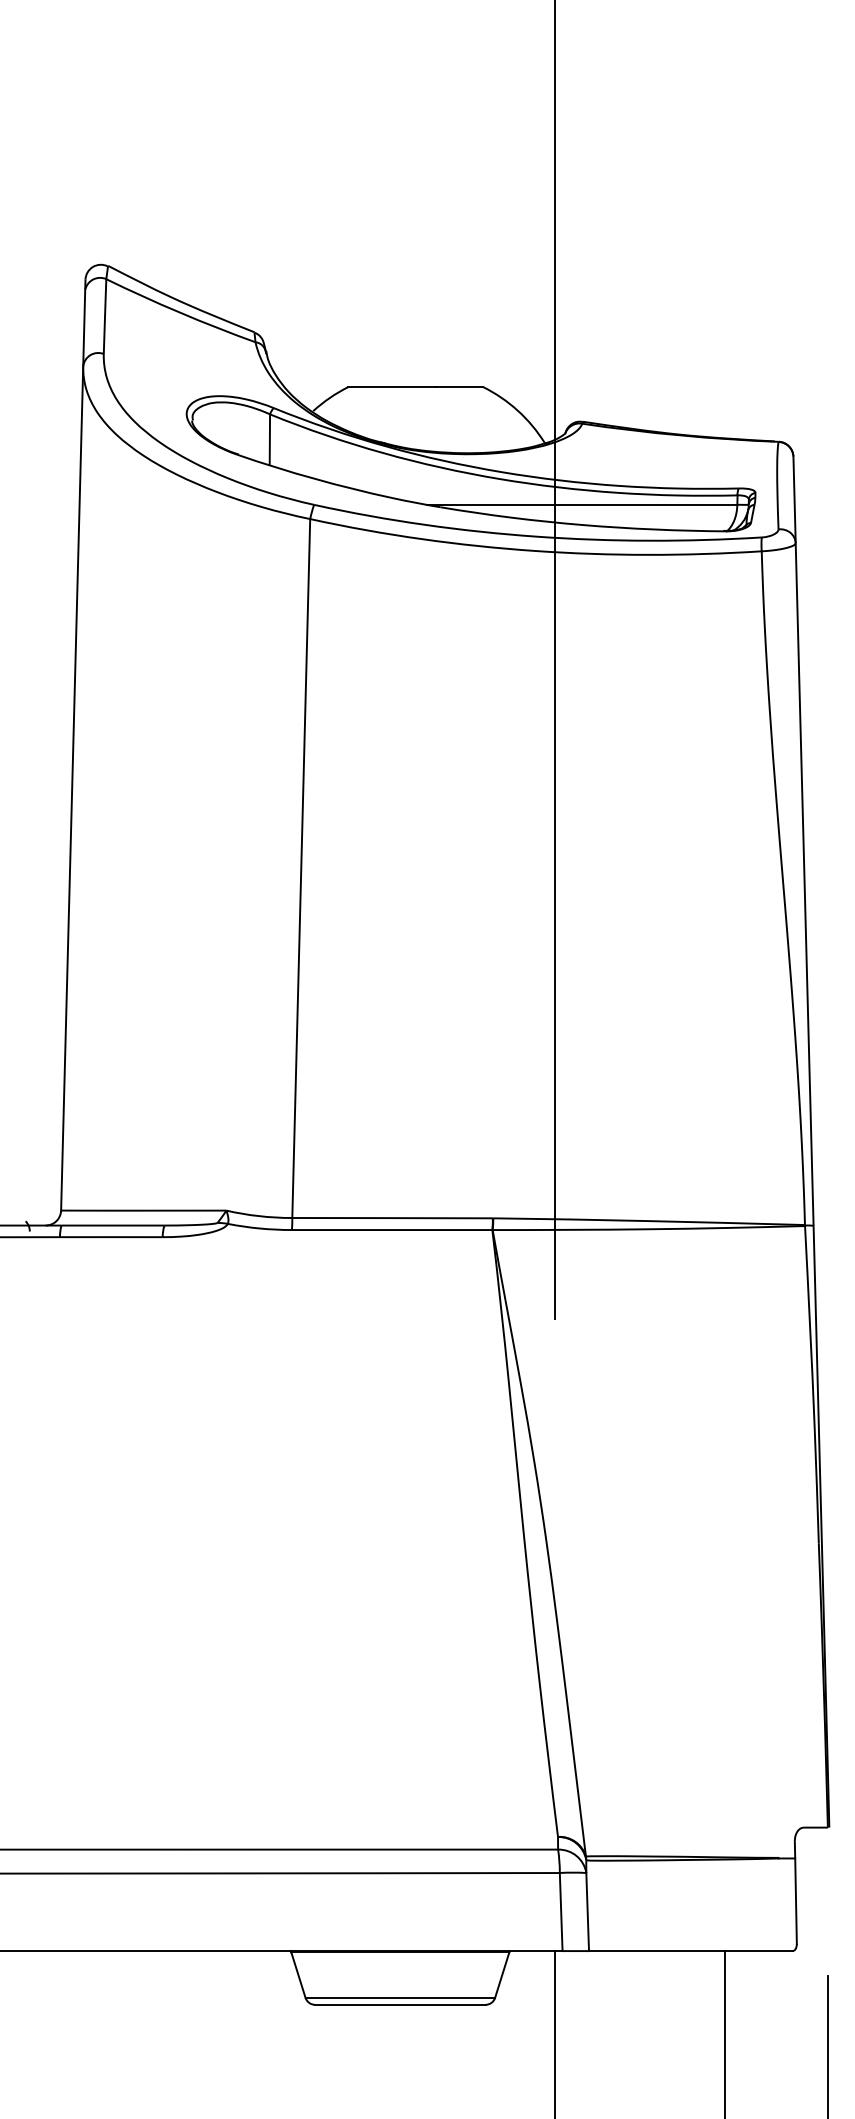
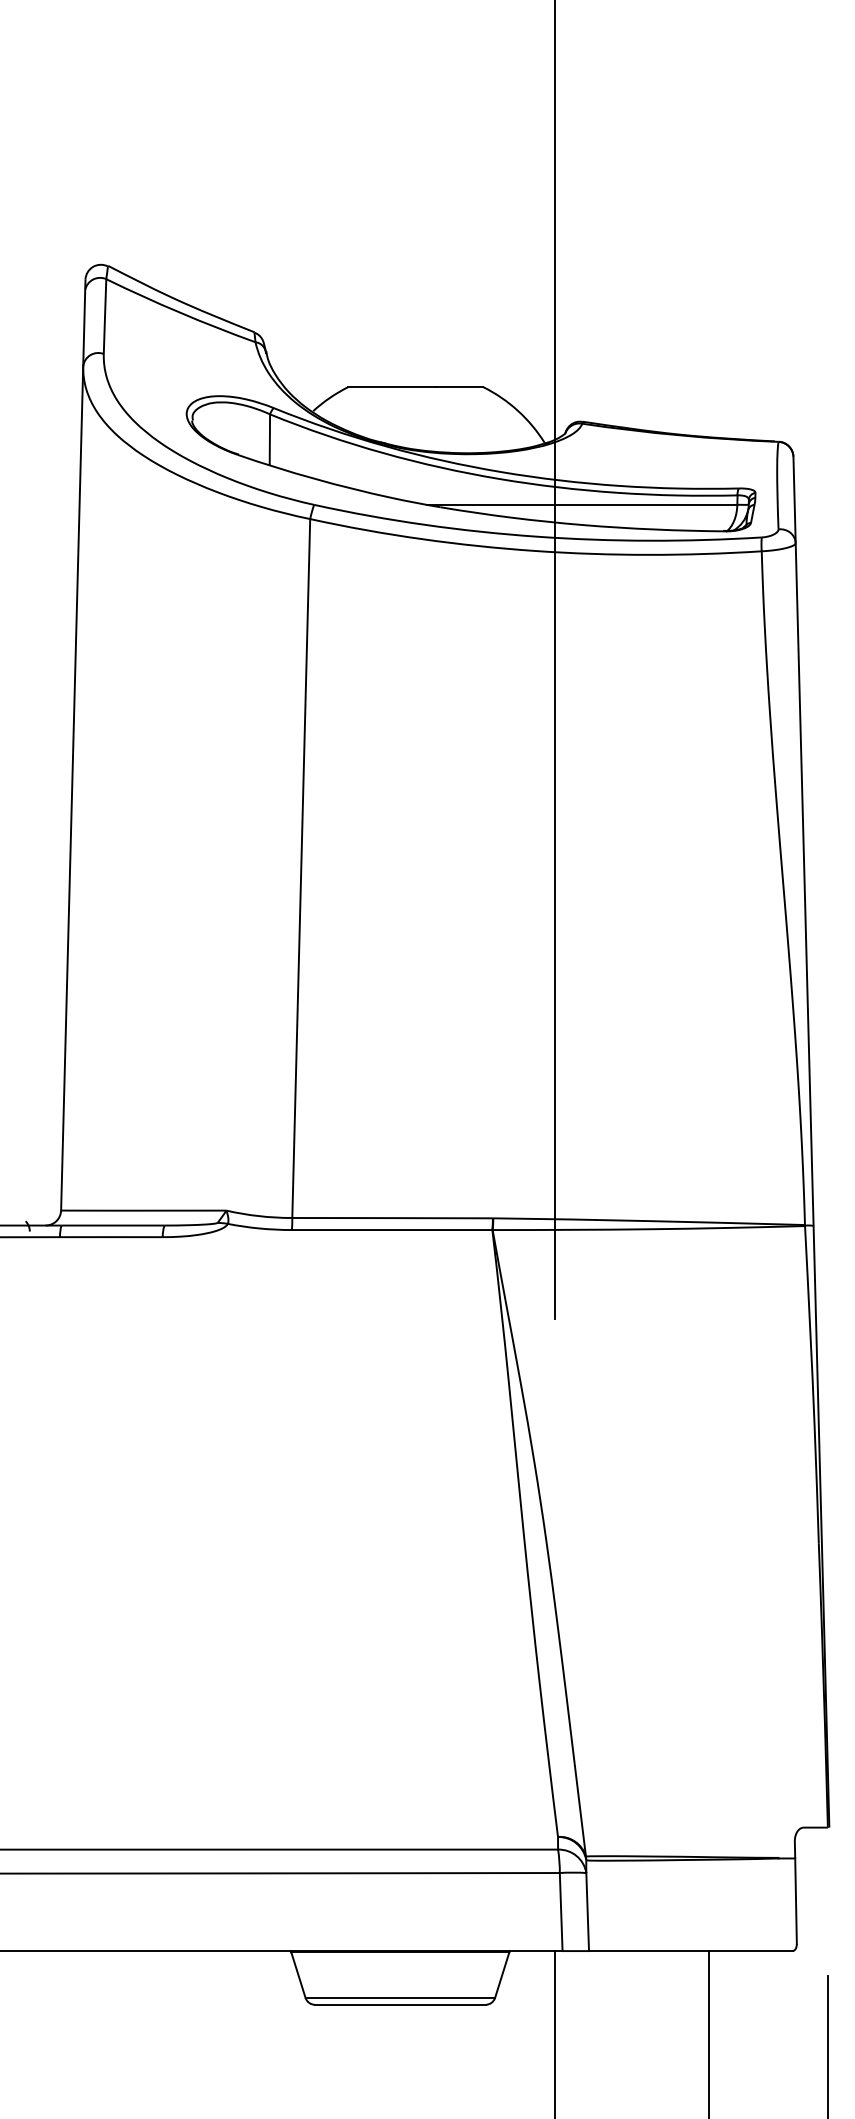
line at (725, 2033) position: (725, 2033) -> (709, 2033)
